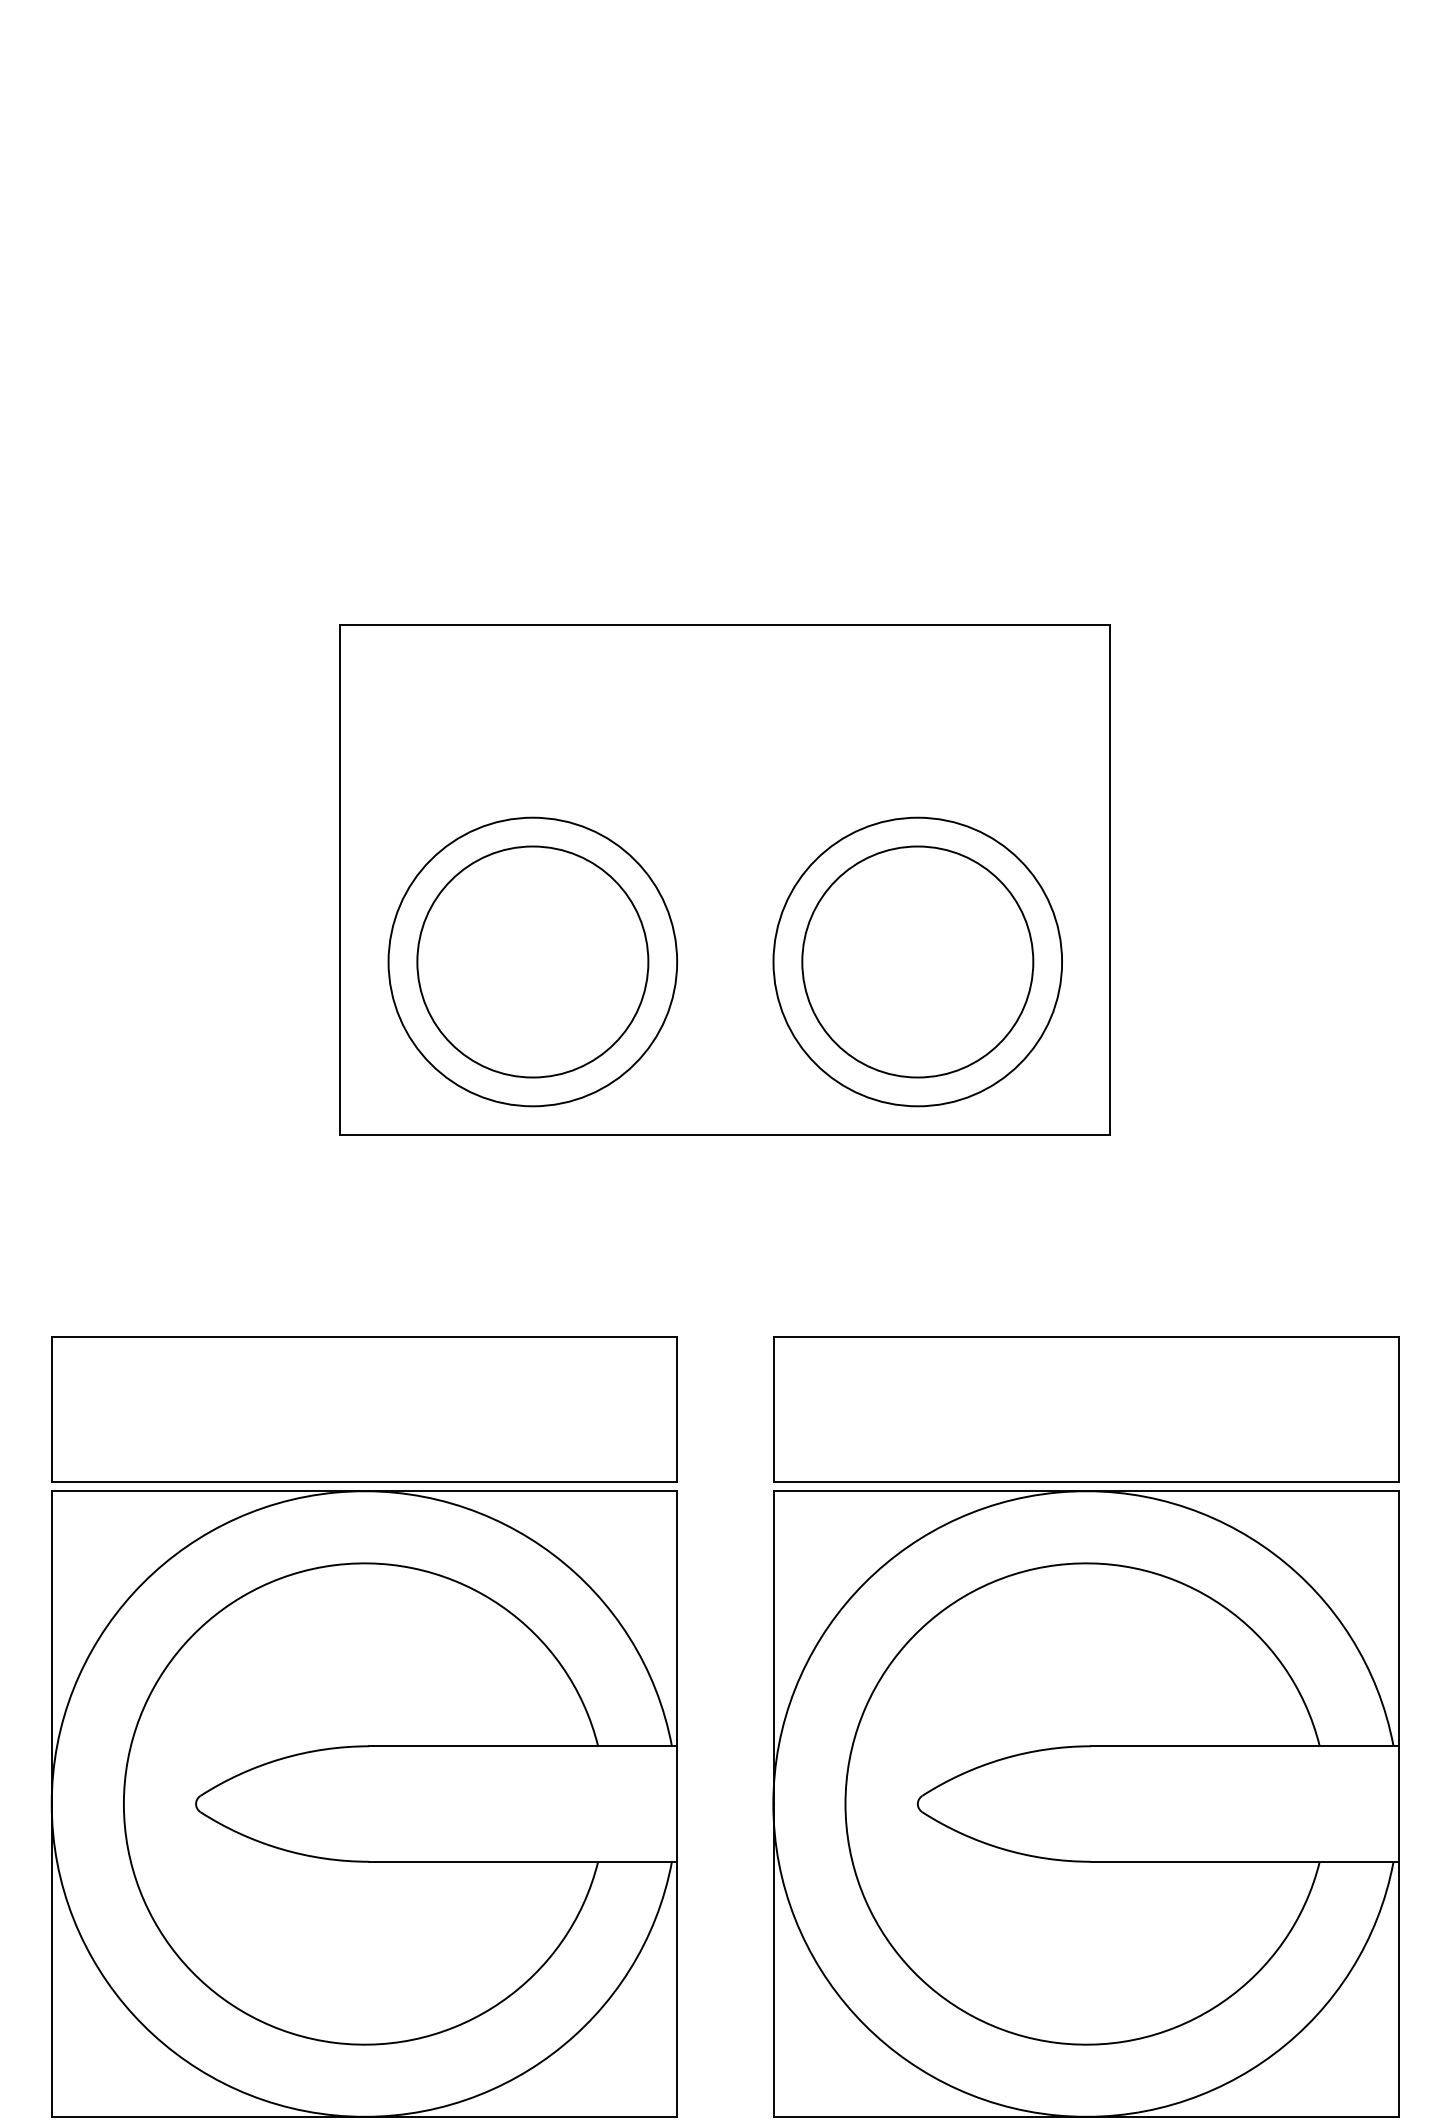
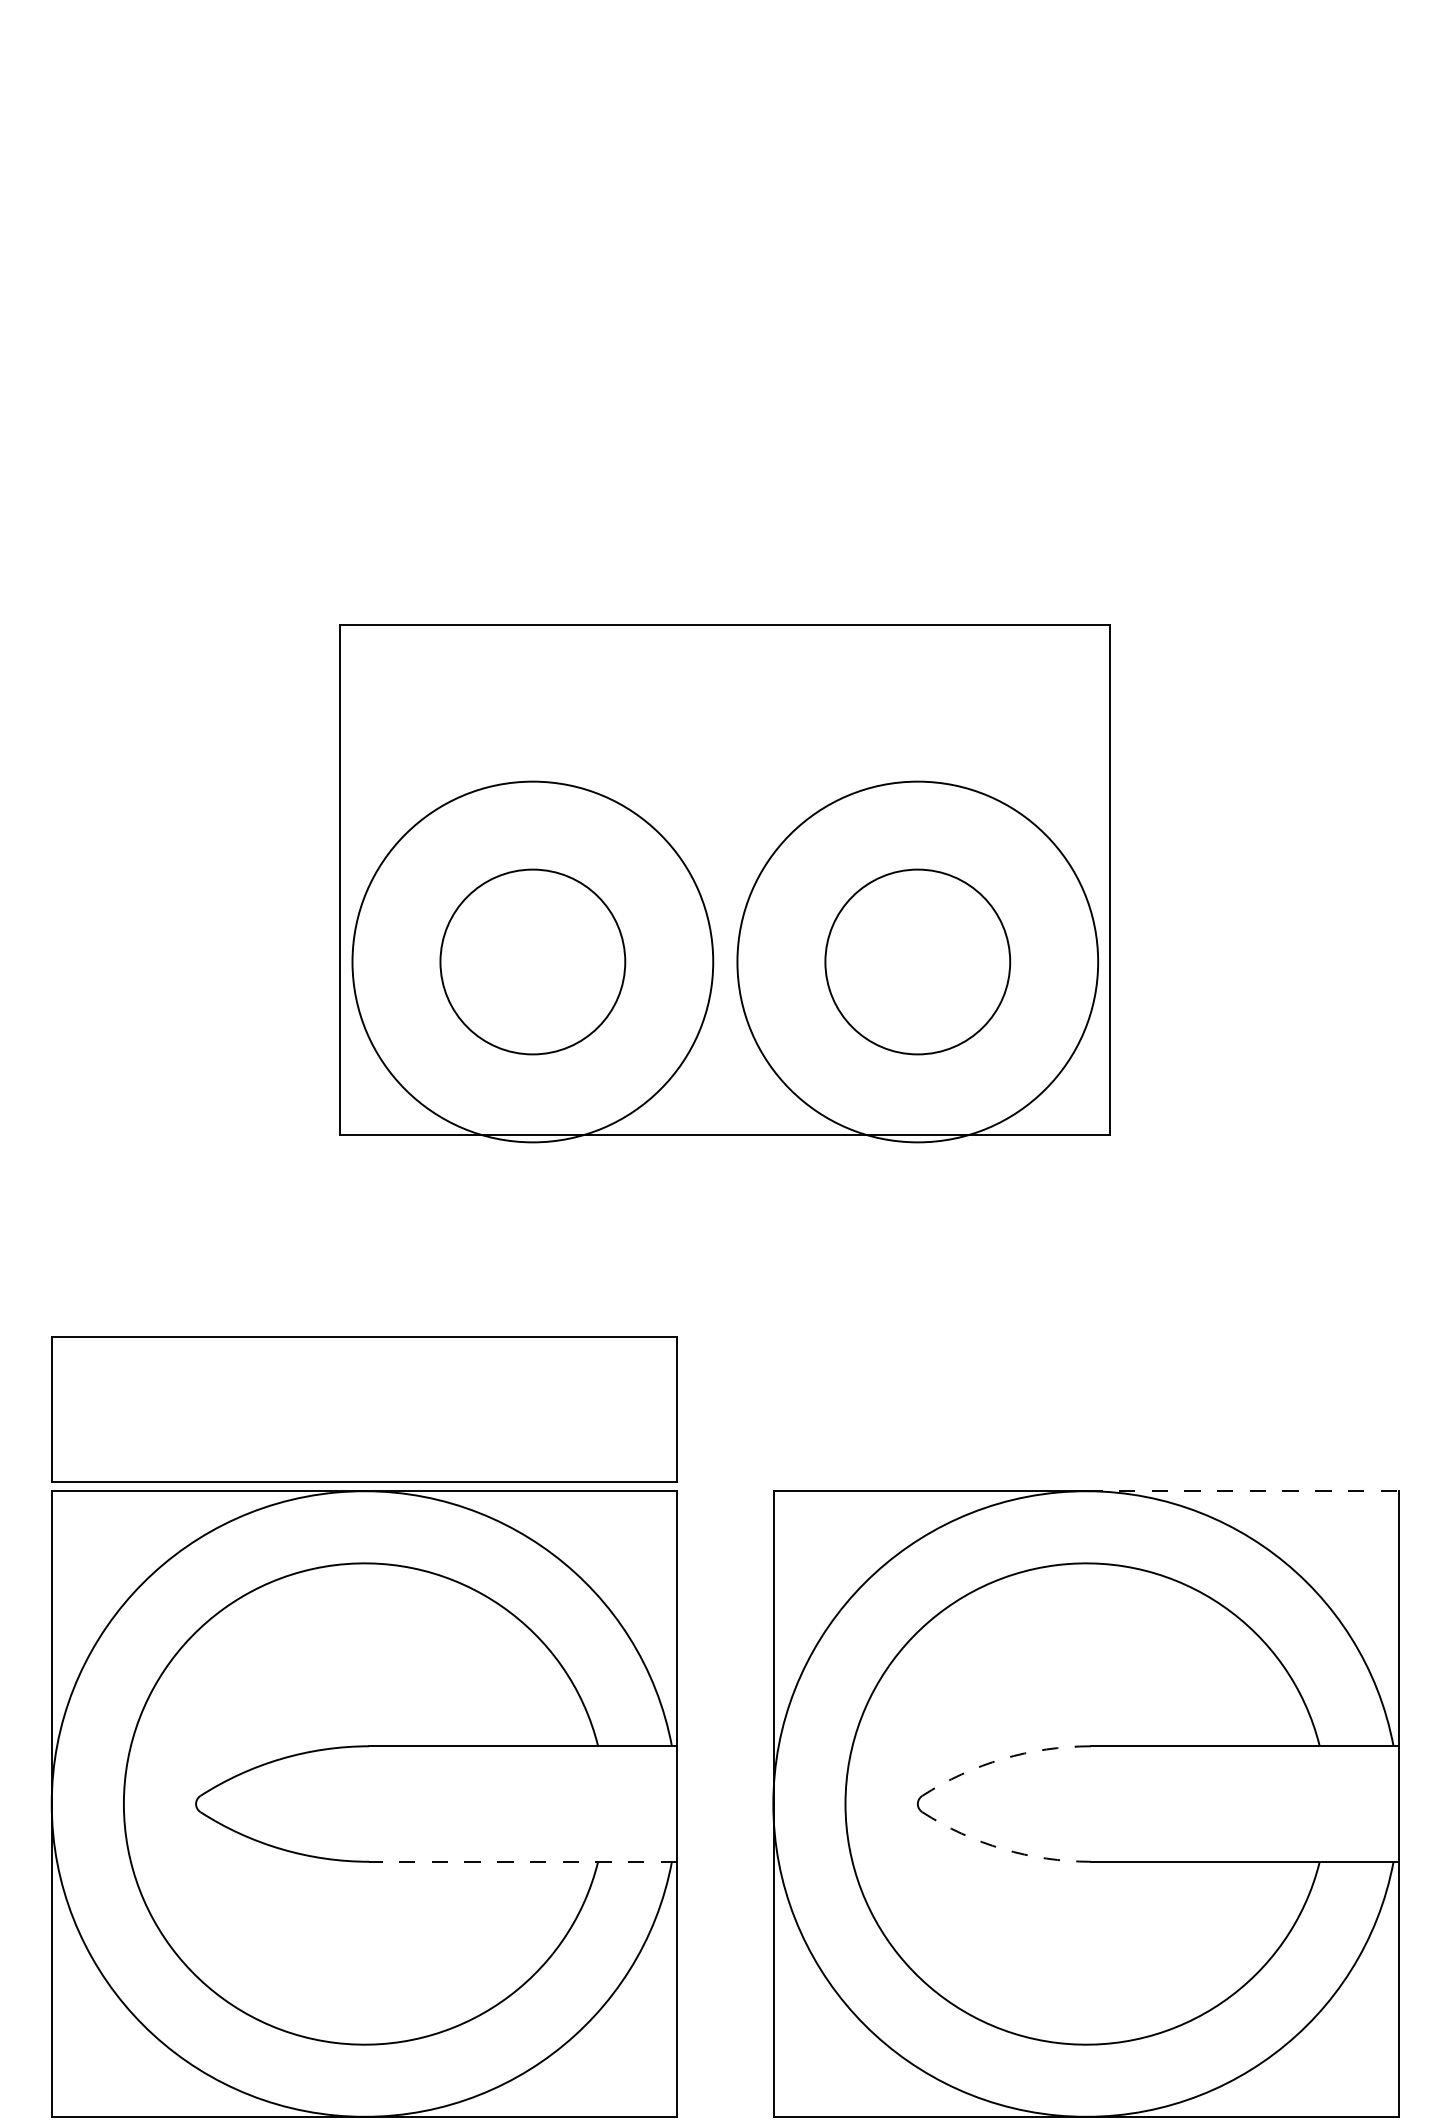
circle at (532, 961) diameter: 231 px -> 185 px
circle at (532, 961) diameter: 289 px -> 361 px
circle at (917, 961) diameter: 231 px -> 185 px
circle at (917, 961) diameter: 289 px -> 361 px
part at (1086, 1409): present -> none
line at (1243, 1491): solid -> dashed
arc at (1003, 1758): solid -> dashed
arc at (1003, 1849): solid -> dashed
line at (523, 1861): solid -> dashed
